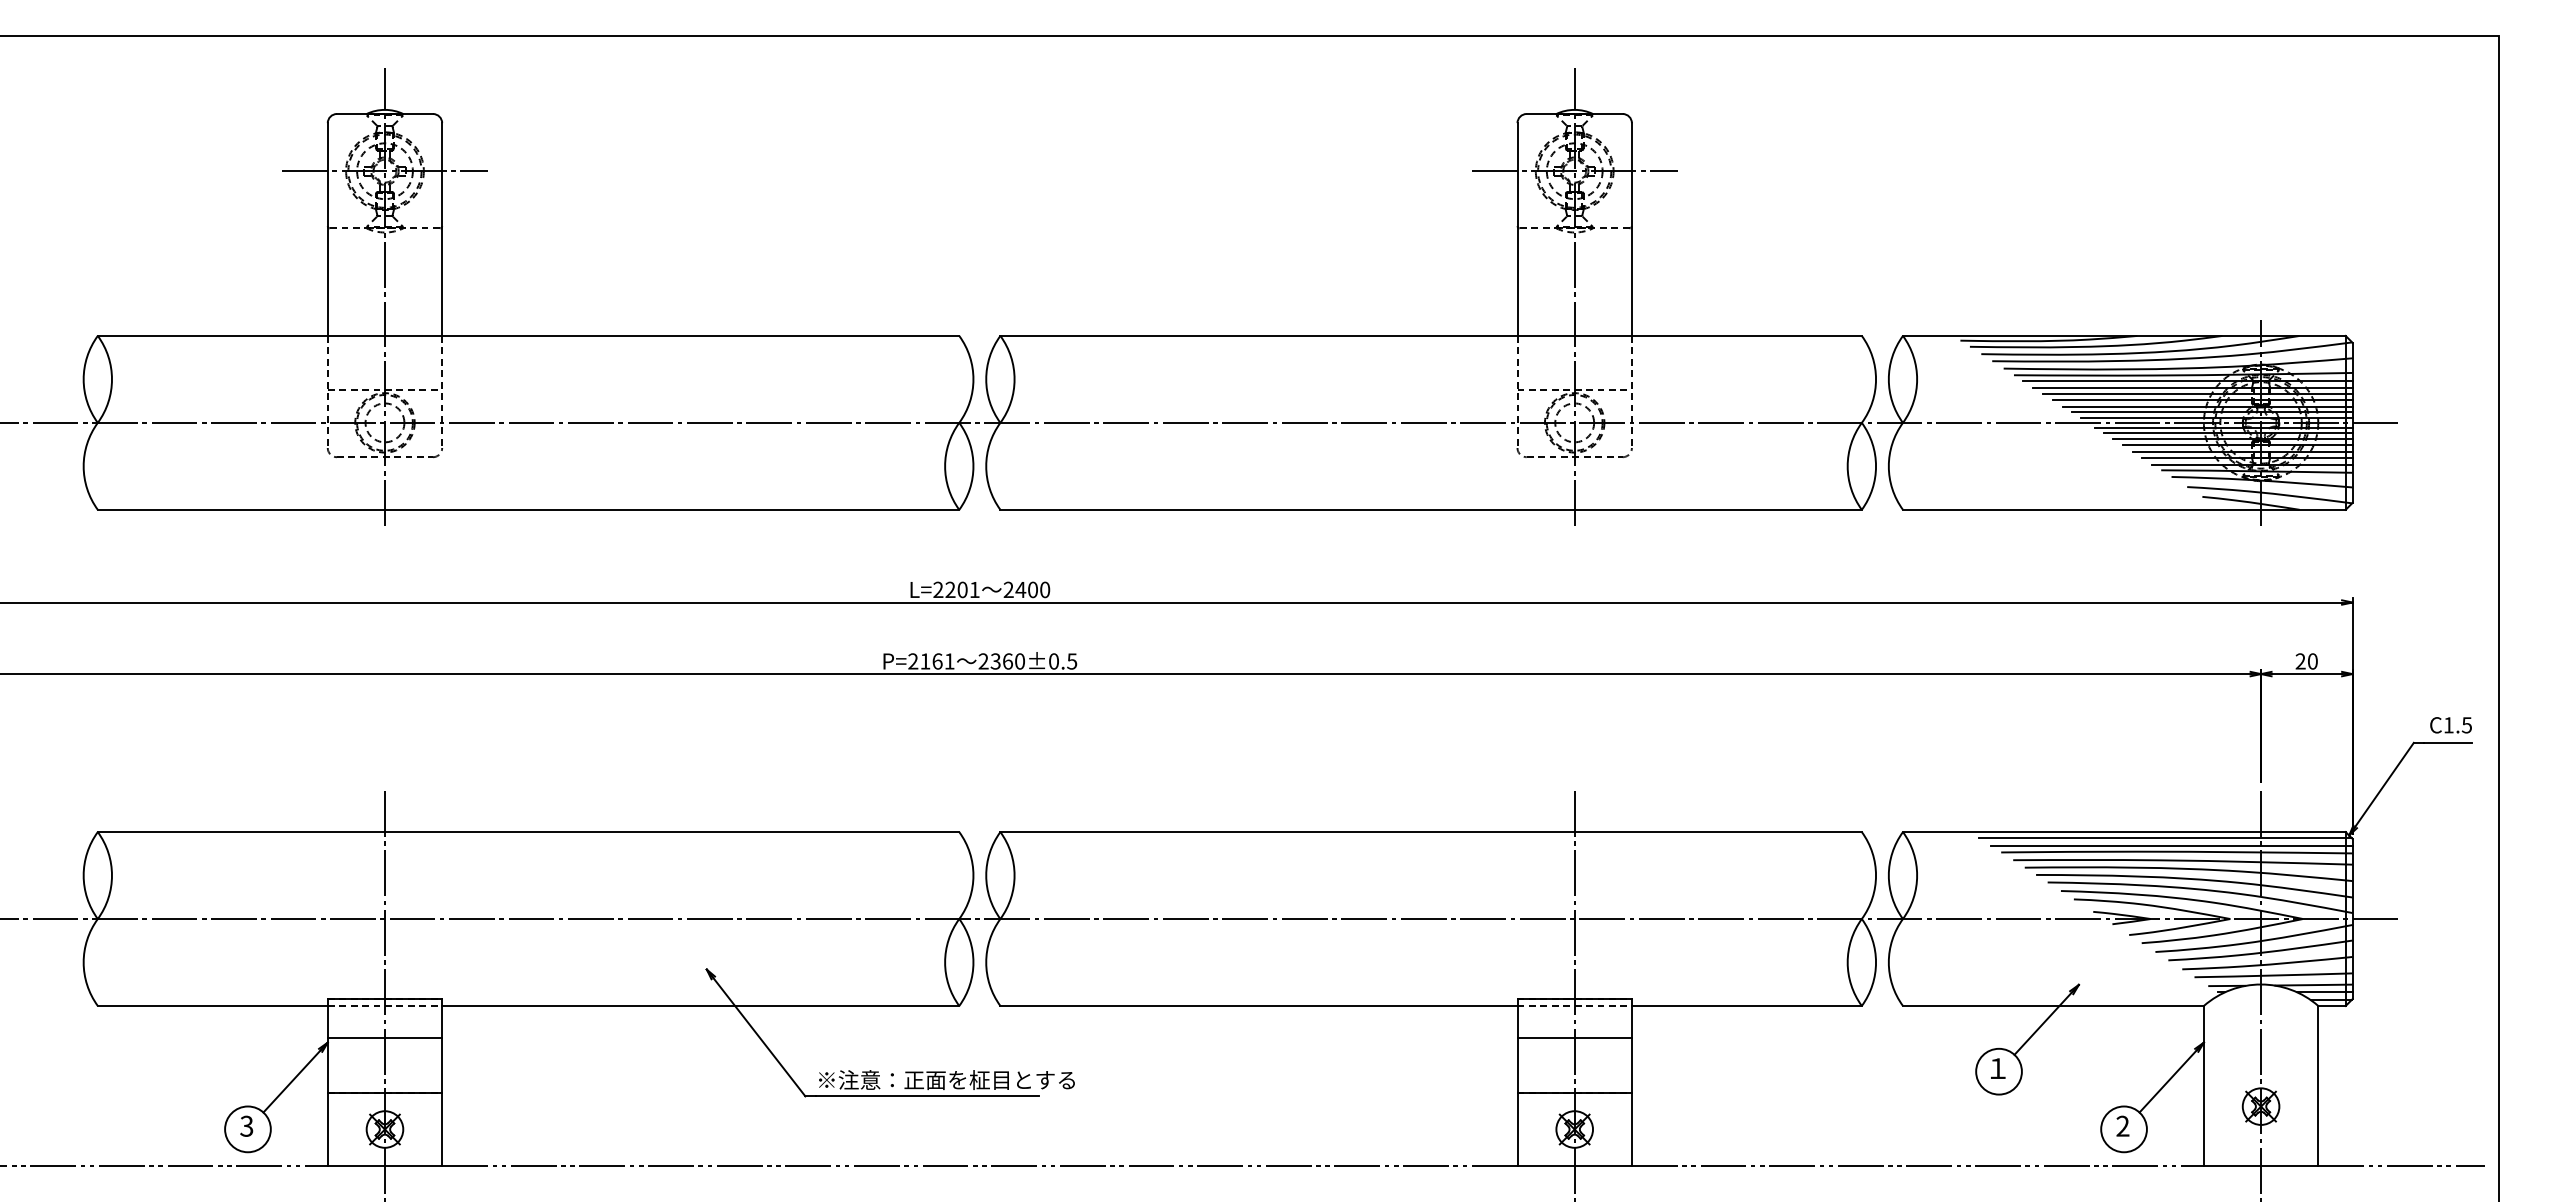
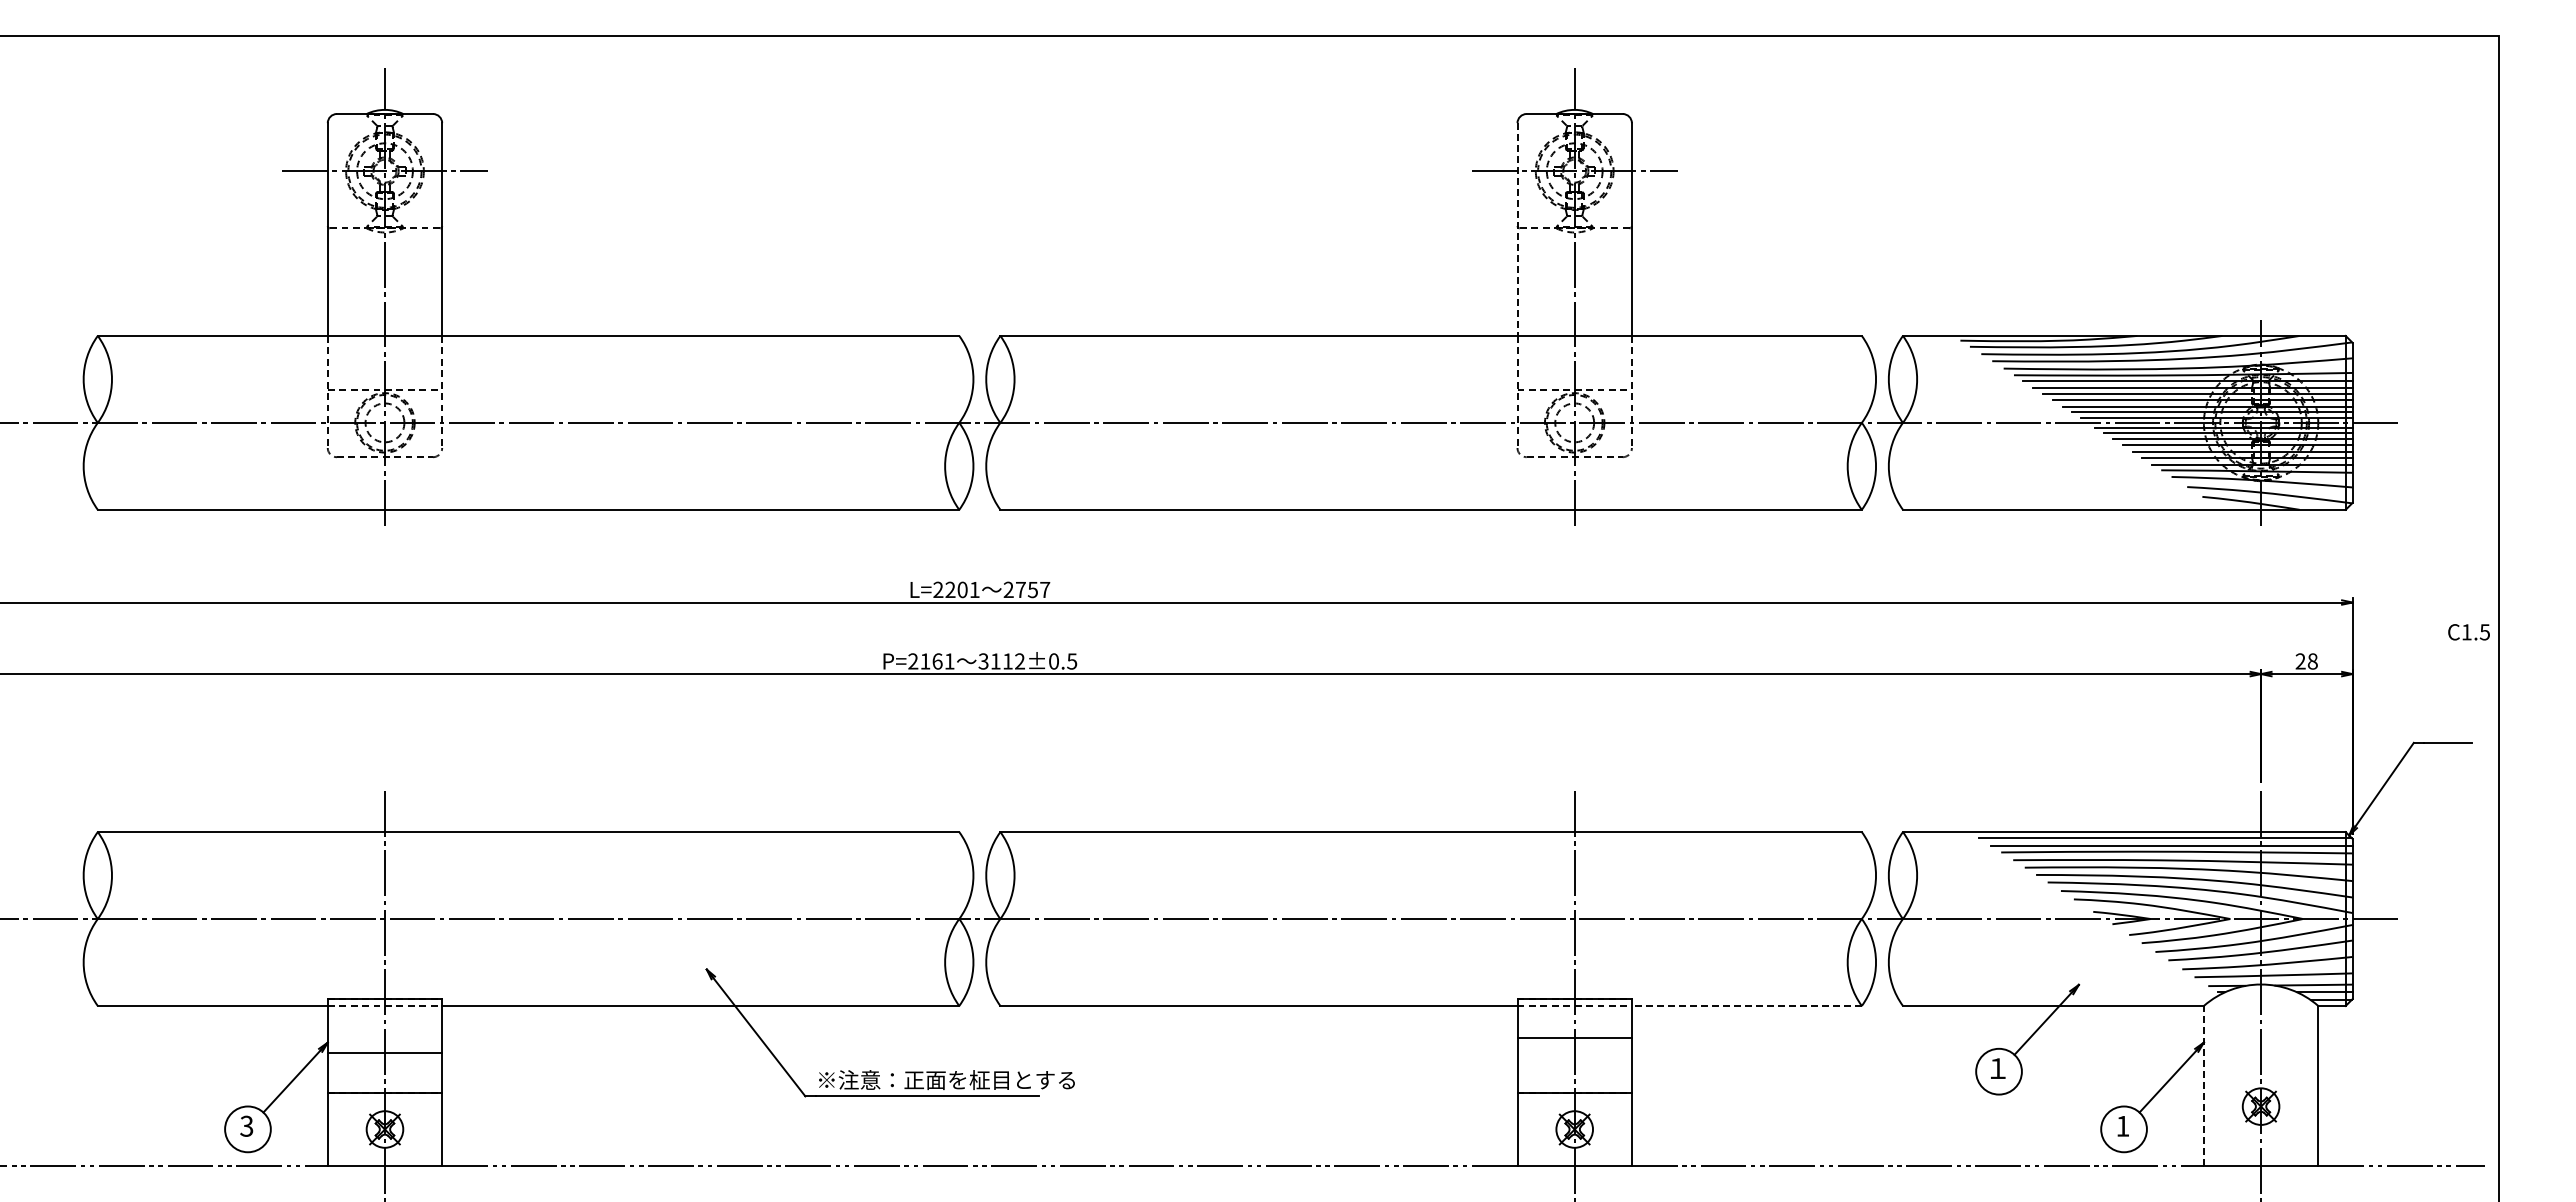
line at (1517, 230): solid -> dashed
text at (1032, 589): 2400 -> 2757
text at (1001, 661): 2360±0.5 -> 3112±0.5
text at (2312, 661): 20 -> 28
text at (2450, 725) position: (2450, 725) -> (2468, 632)
line at (1746, 1005): solid -> dashed
line at (384, 1038) position: (384, 1038) -> (384, 1053)
line at (2203, 1085): solid -> dashed
text at (2122, 1125): 2 -> 1
